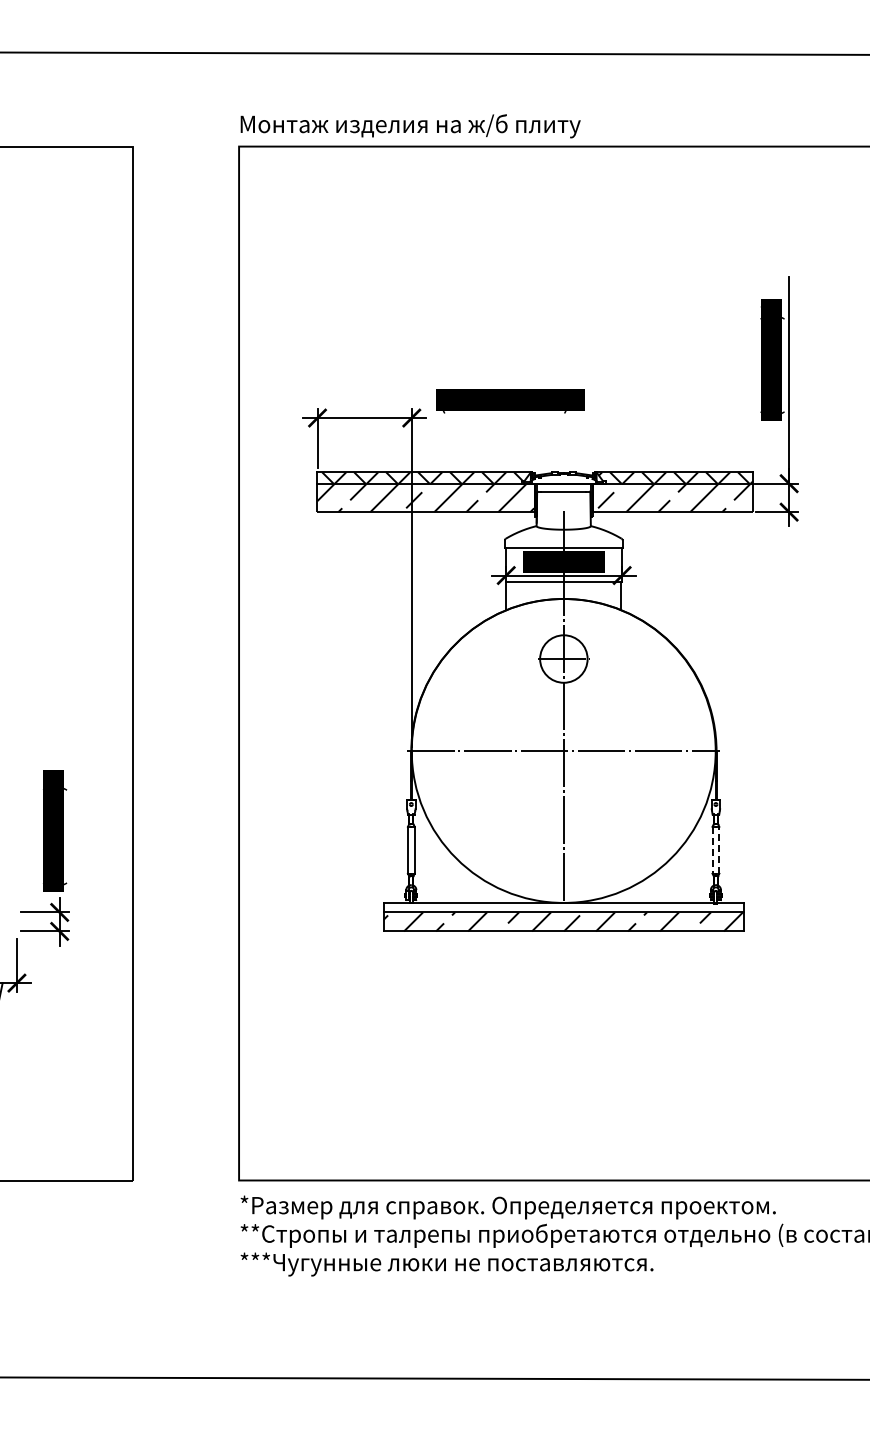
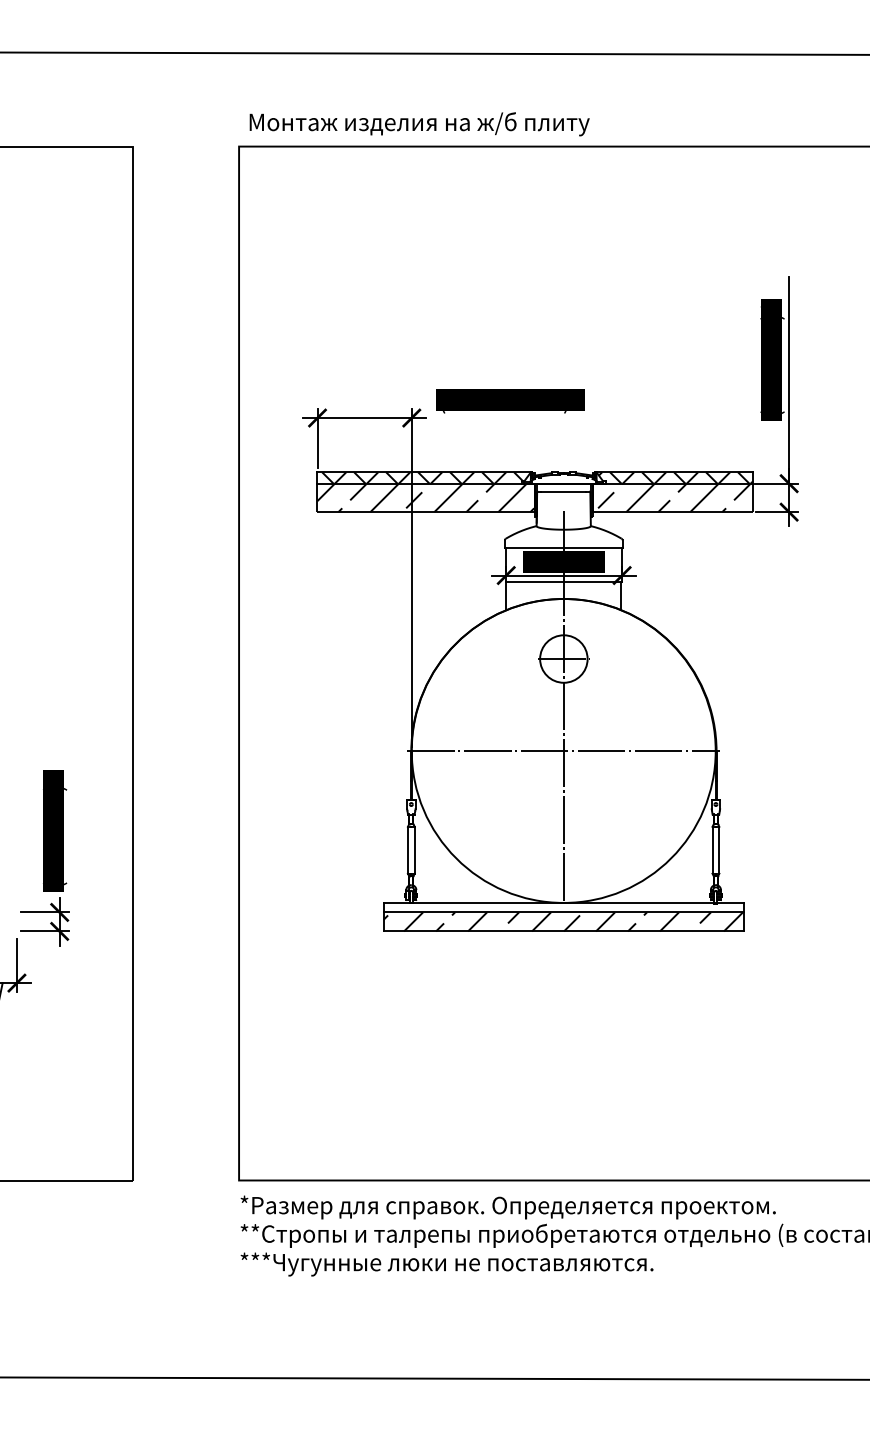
text at (410, 126) position: (410, 126) -> (419, 124)
line at (719, 849): dashed -> solid
line at (712, 850): dashed -> solid
